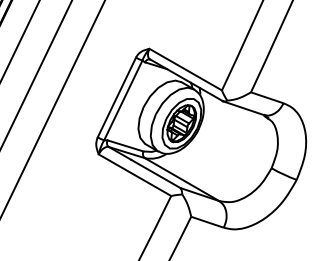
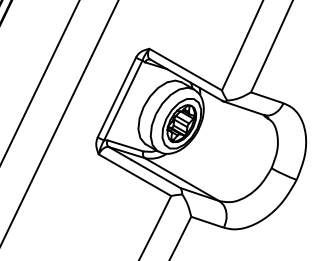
line at (20, 40): present -> none
line at (36, 74) position: (36, 74) -> (40, 81)
line at (53, 108) position: (53, 108) -> (59, 122)
